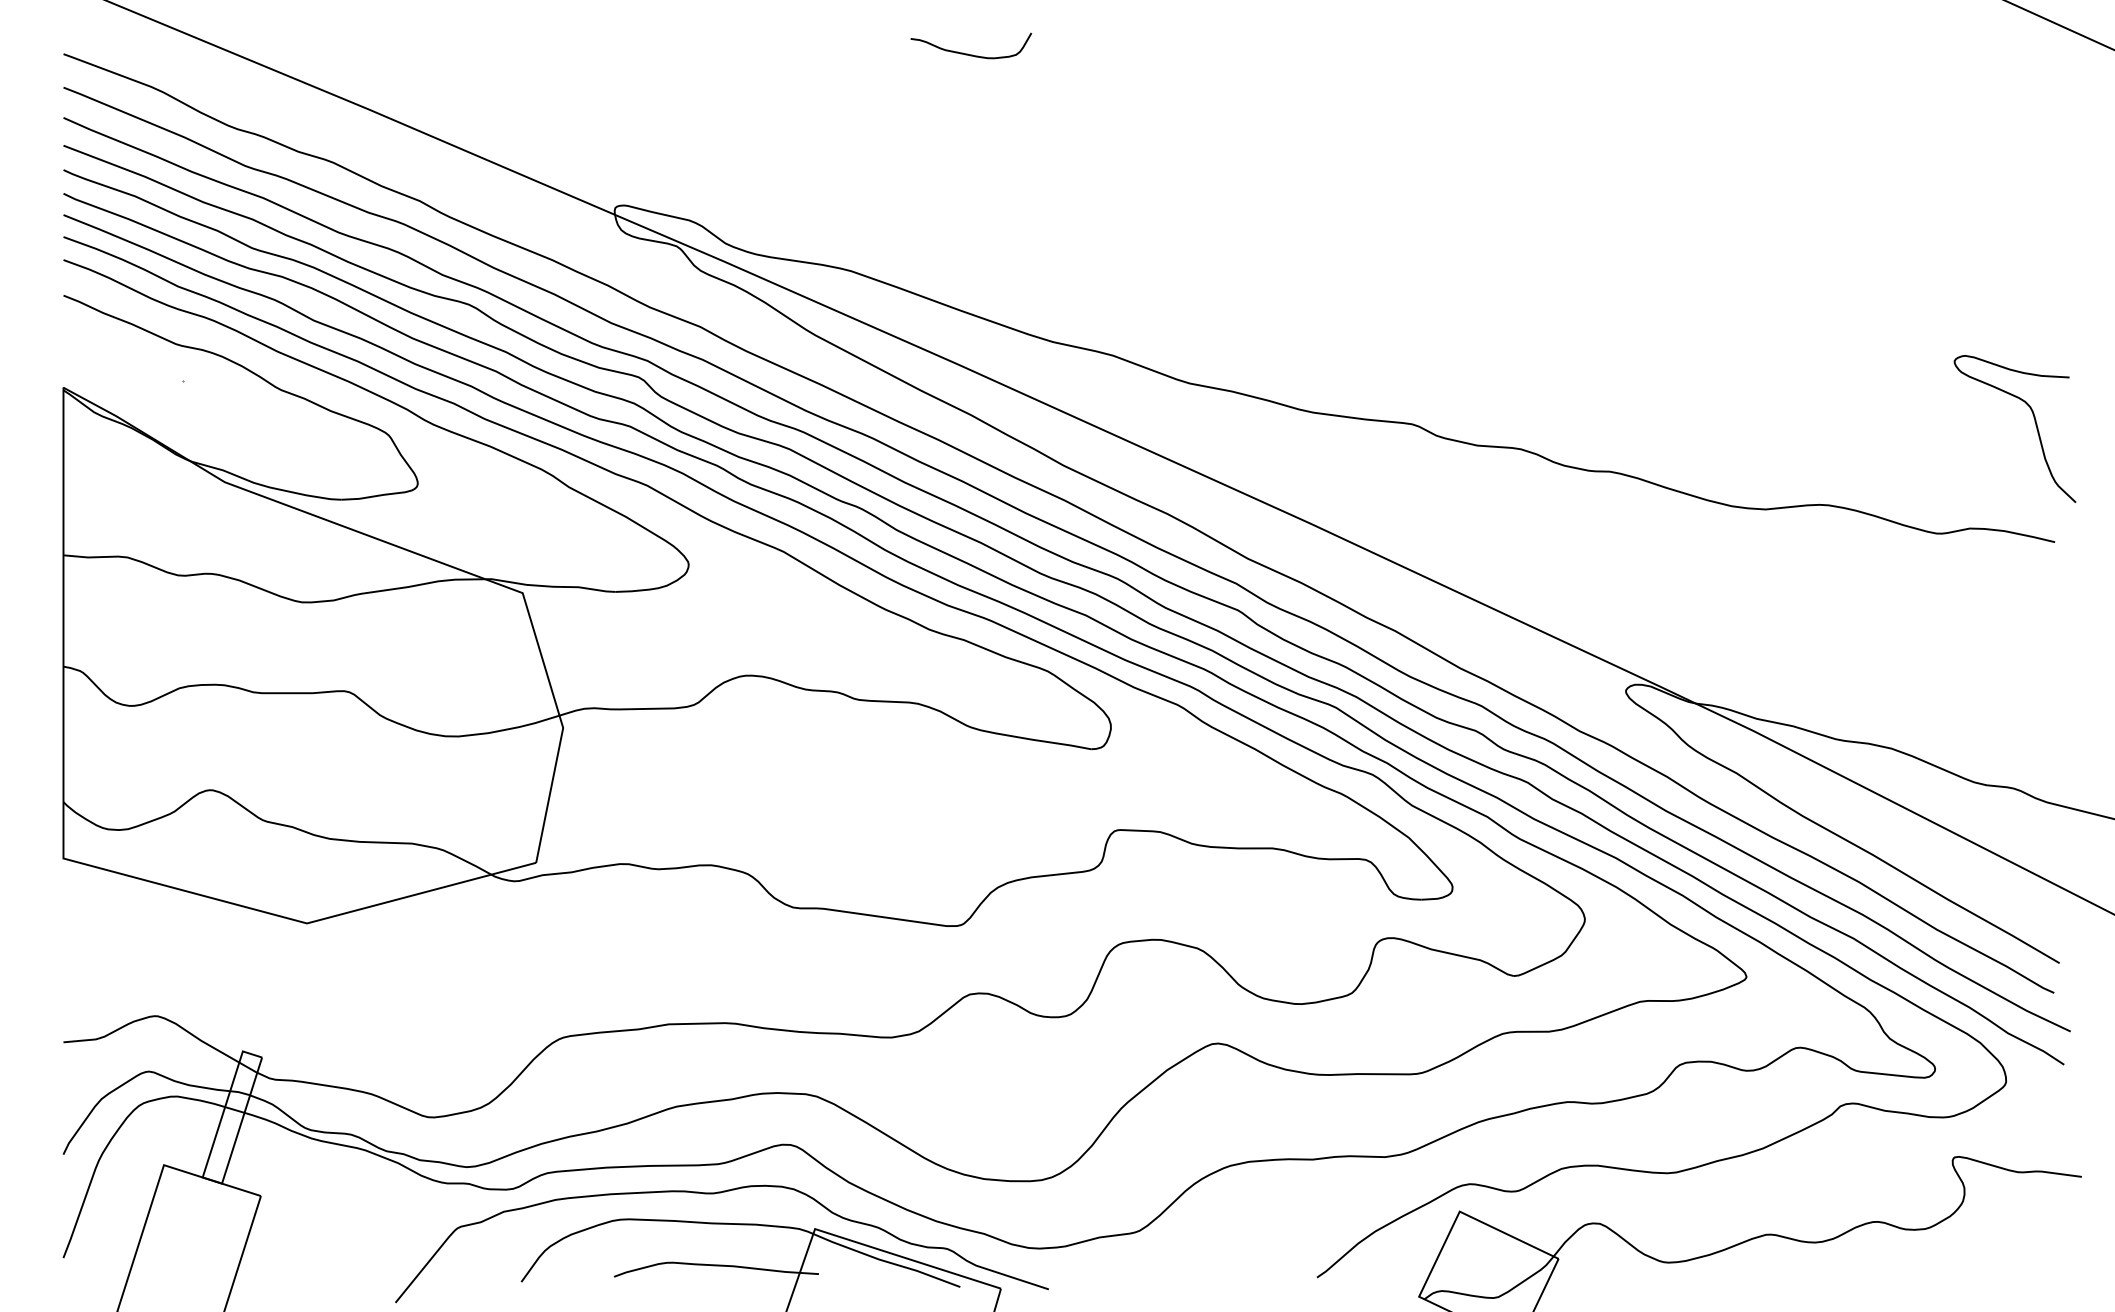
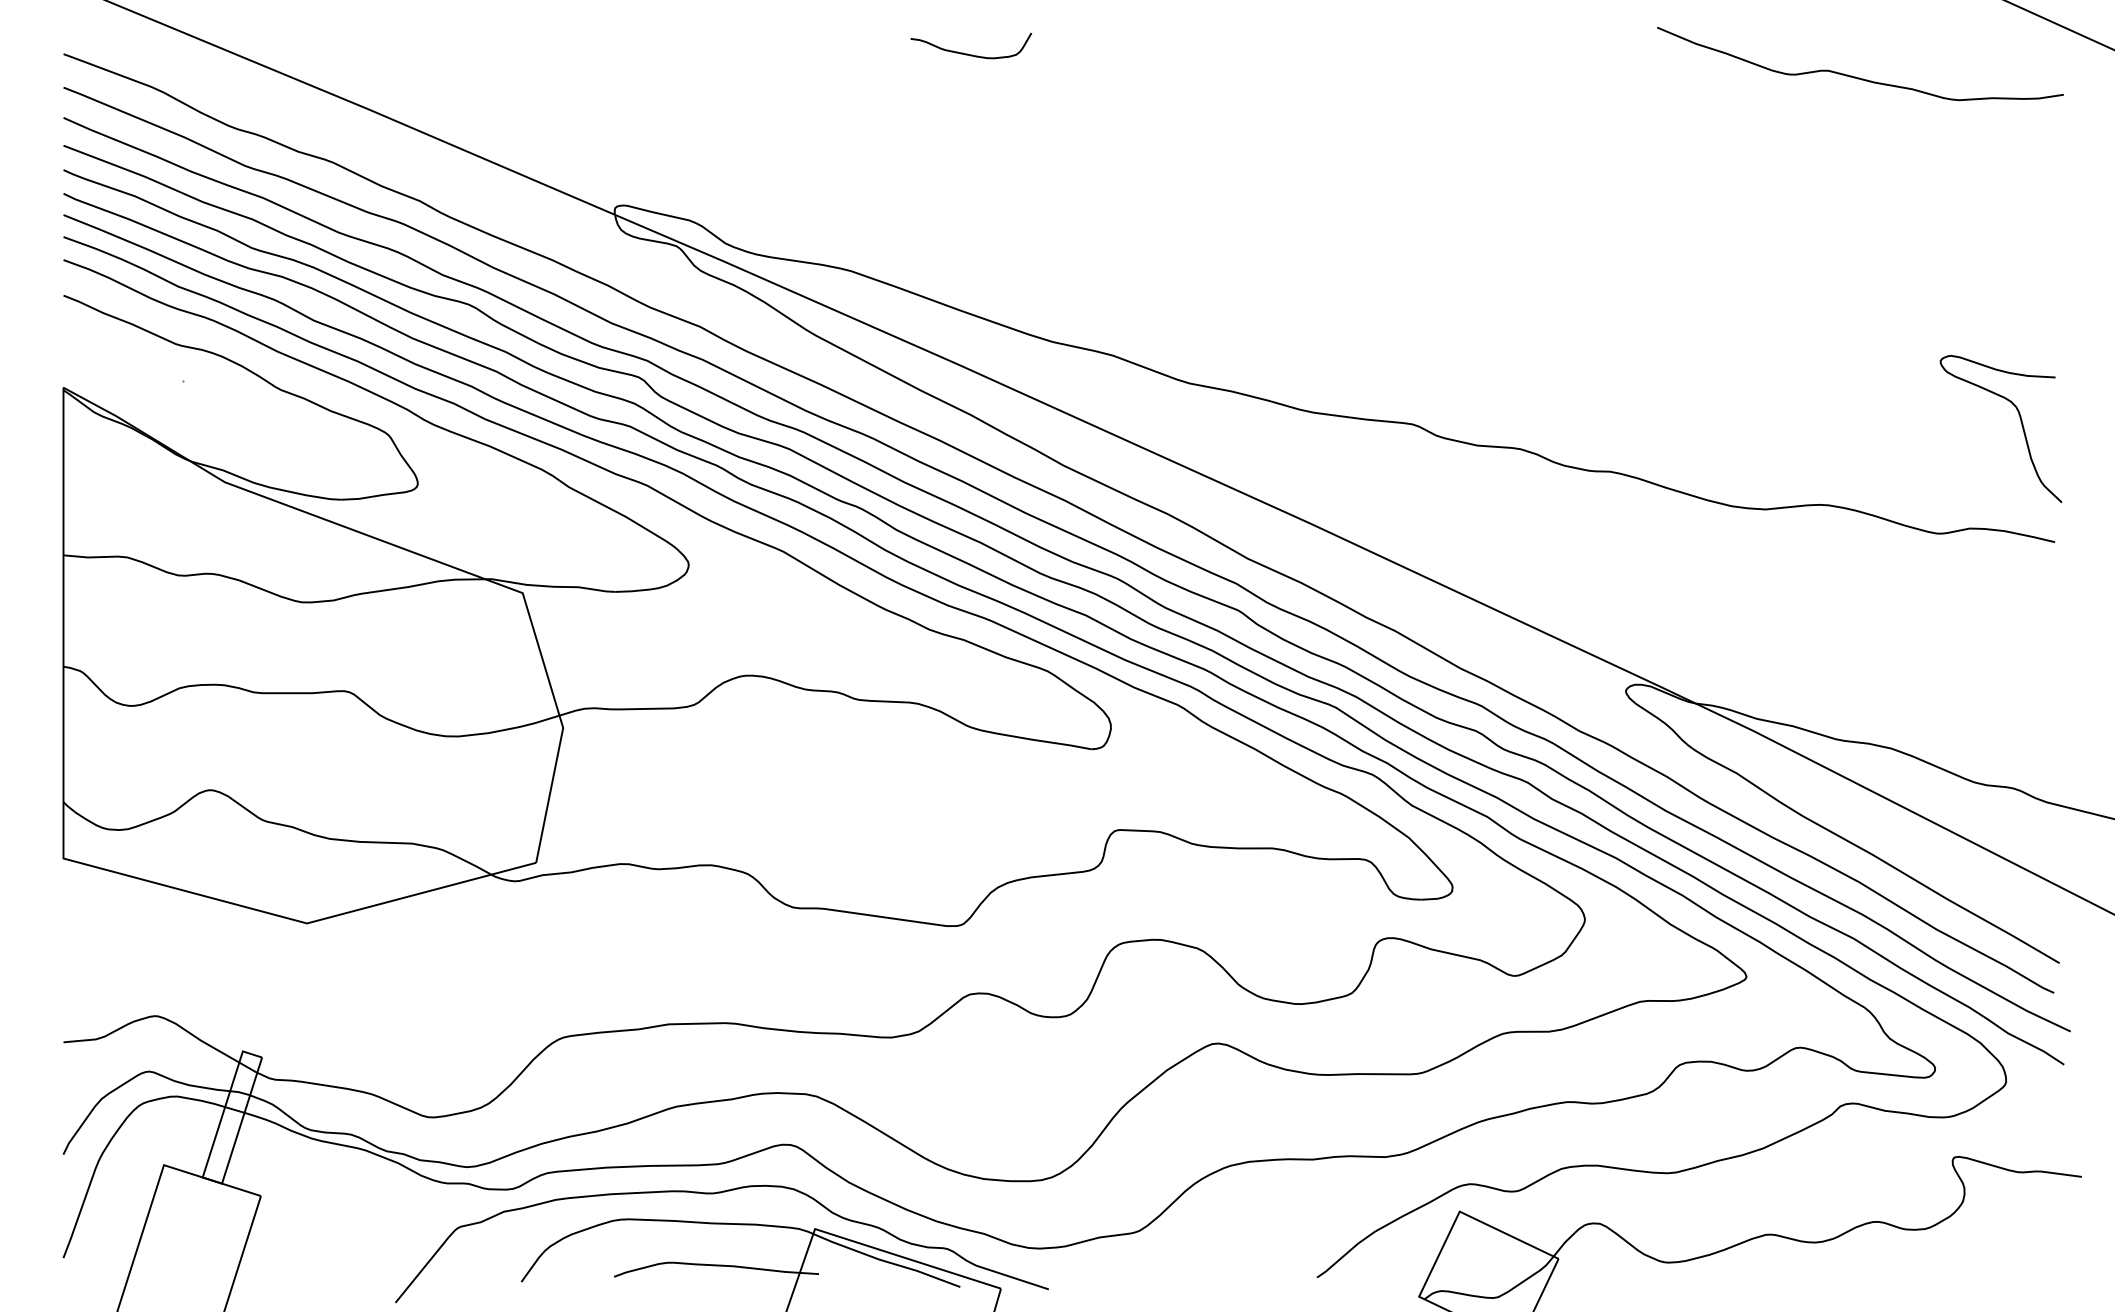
curve at (1855, 76): none -> present
curve at (2034, 421) position: (2034, 421) -> (2020, 421)
